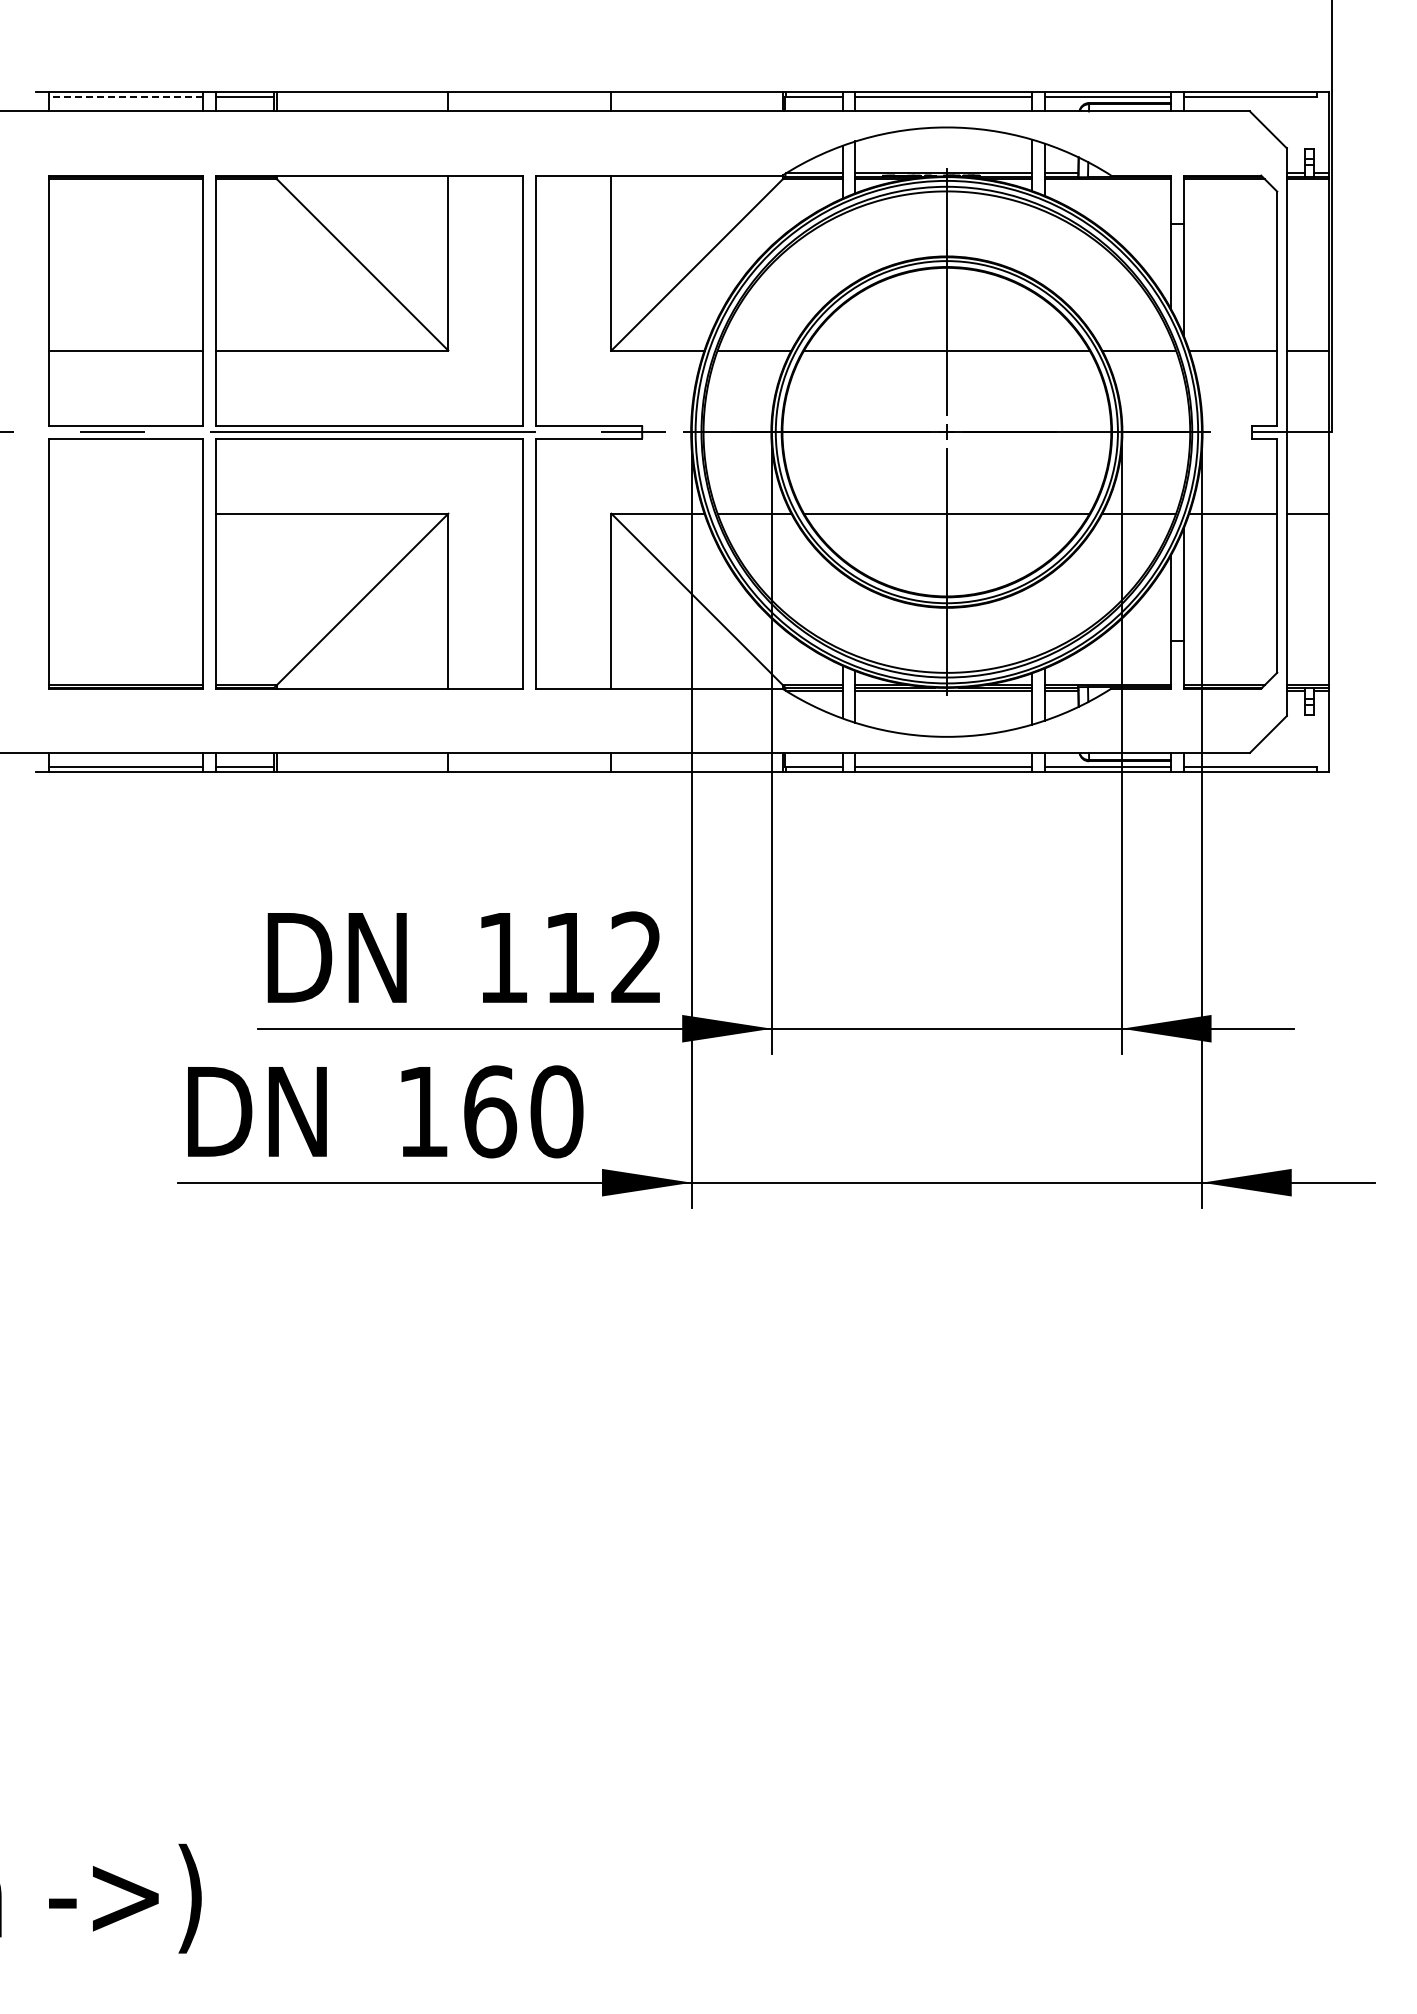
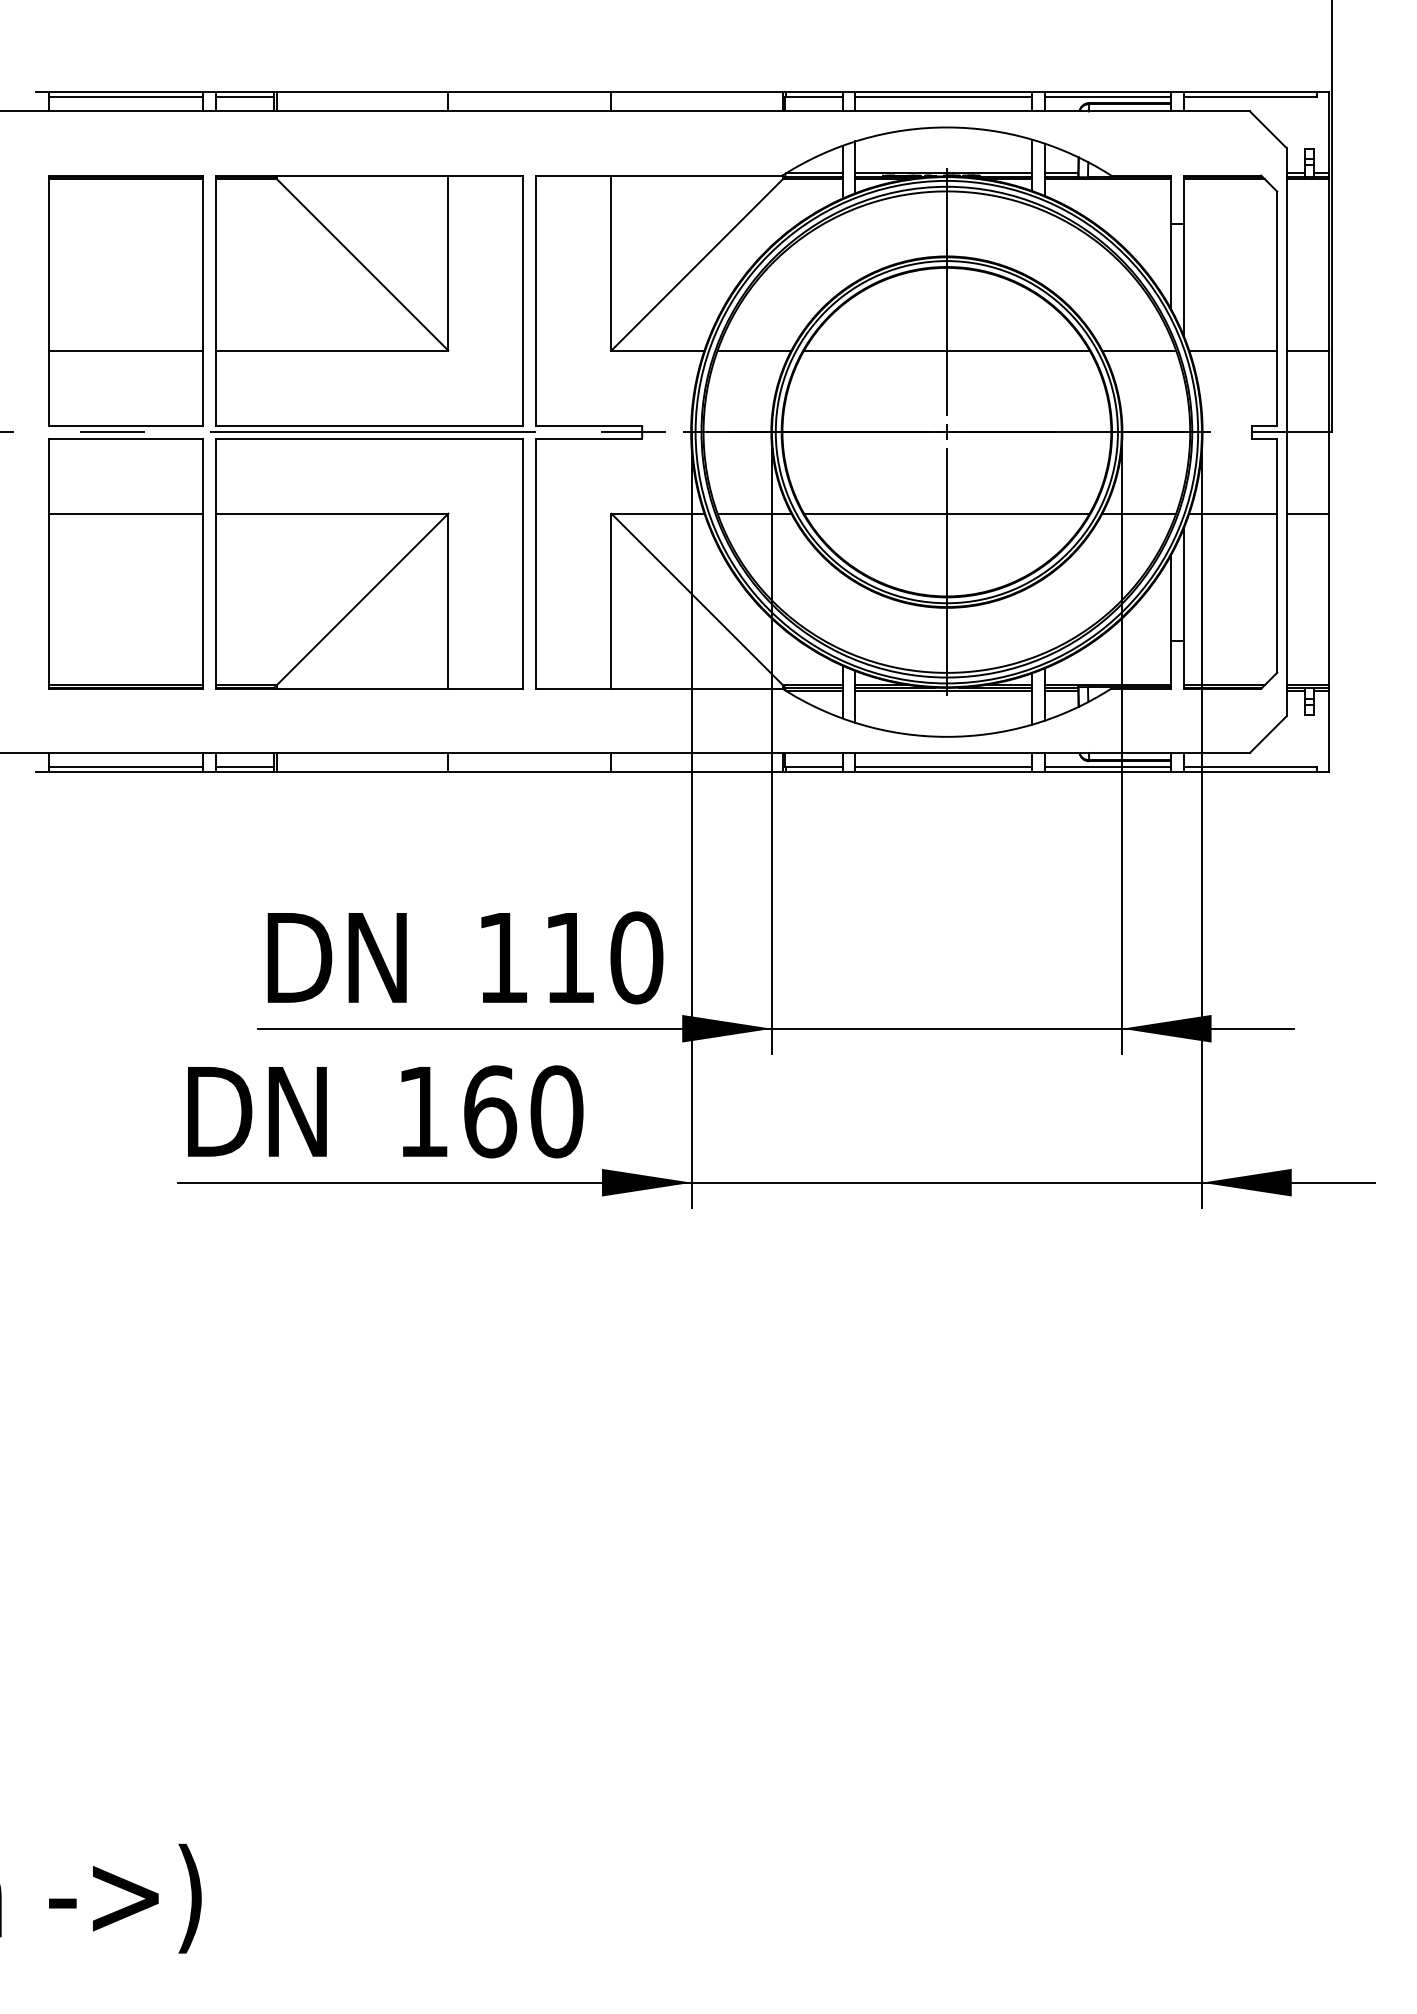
line at (125, 97): dashed -> solid
line at (125, 513): none -> present
text at (636, 957): 112 -> 110
